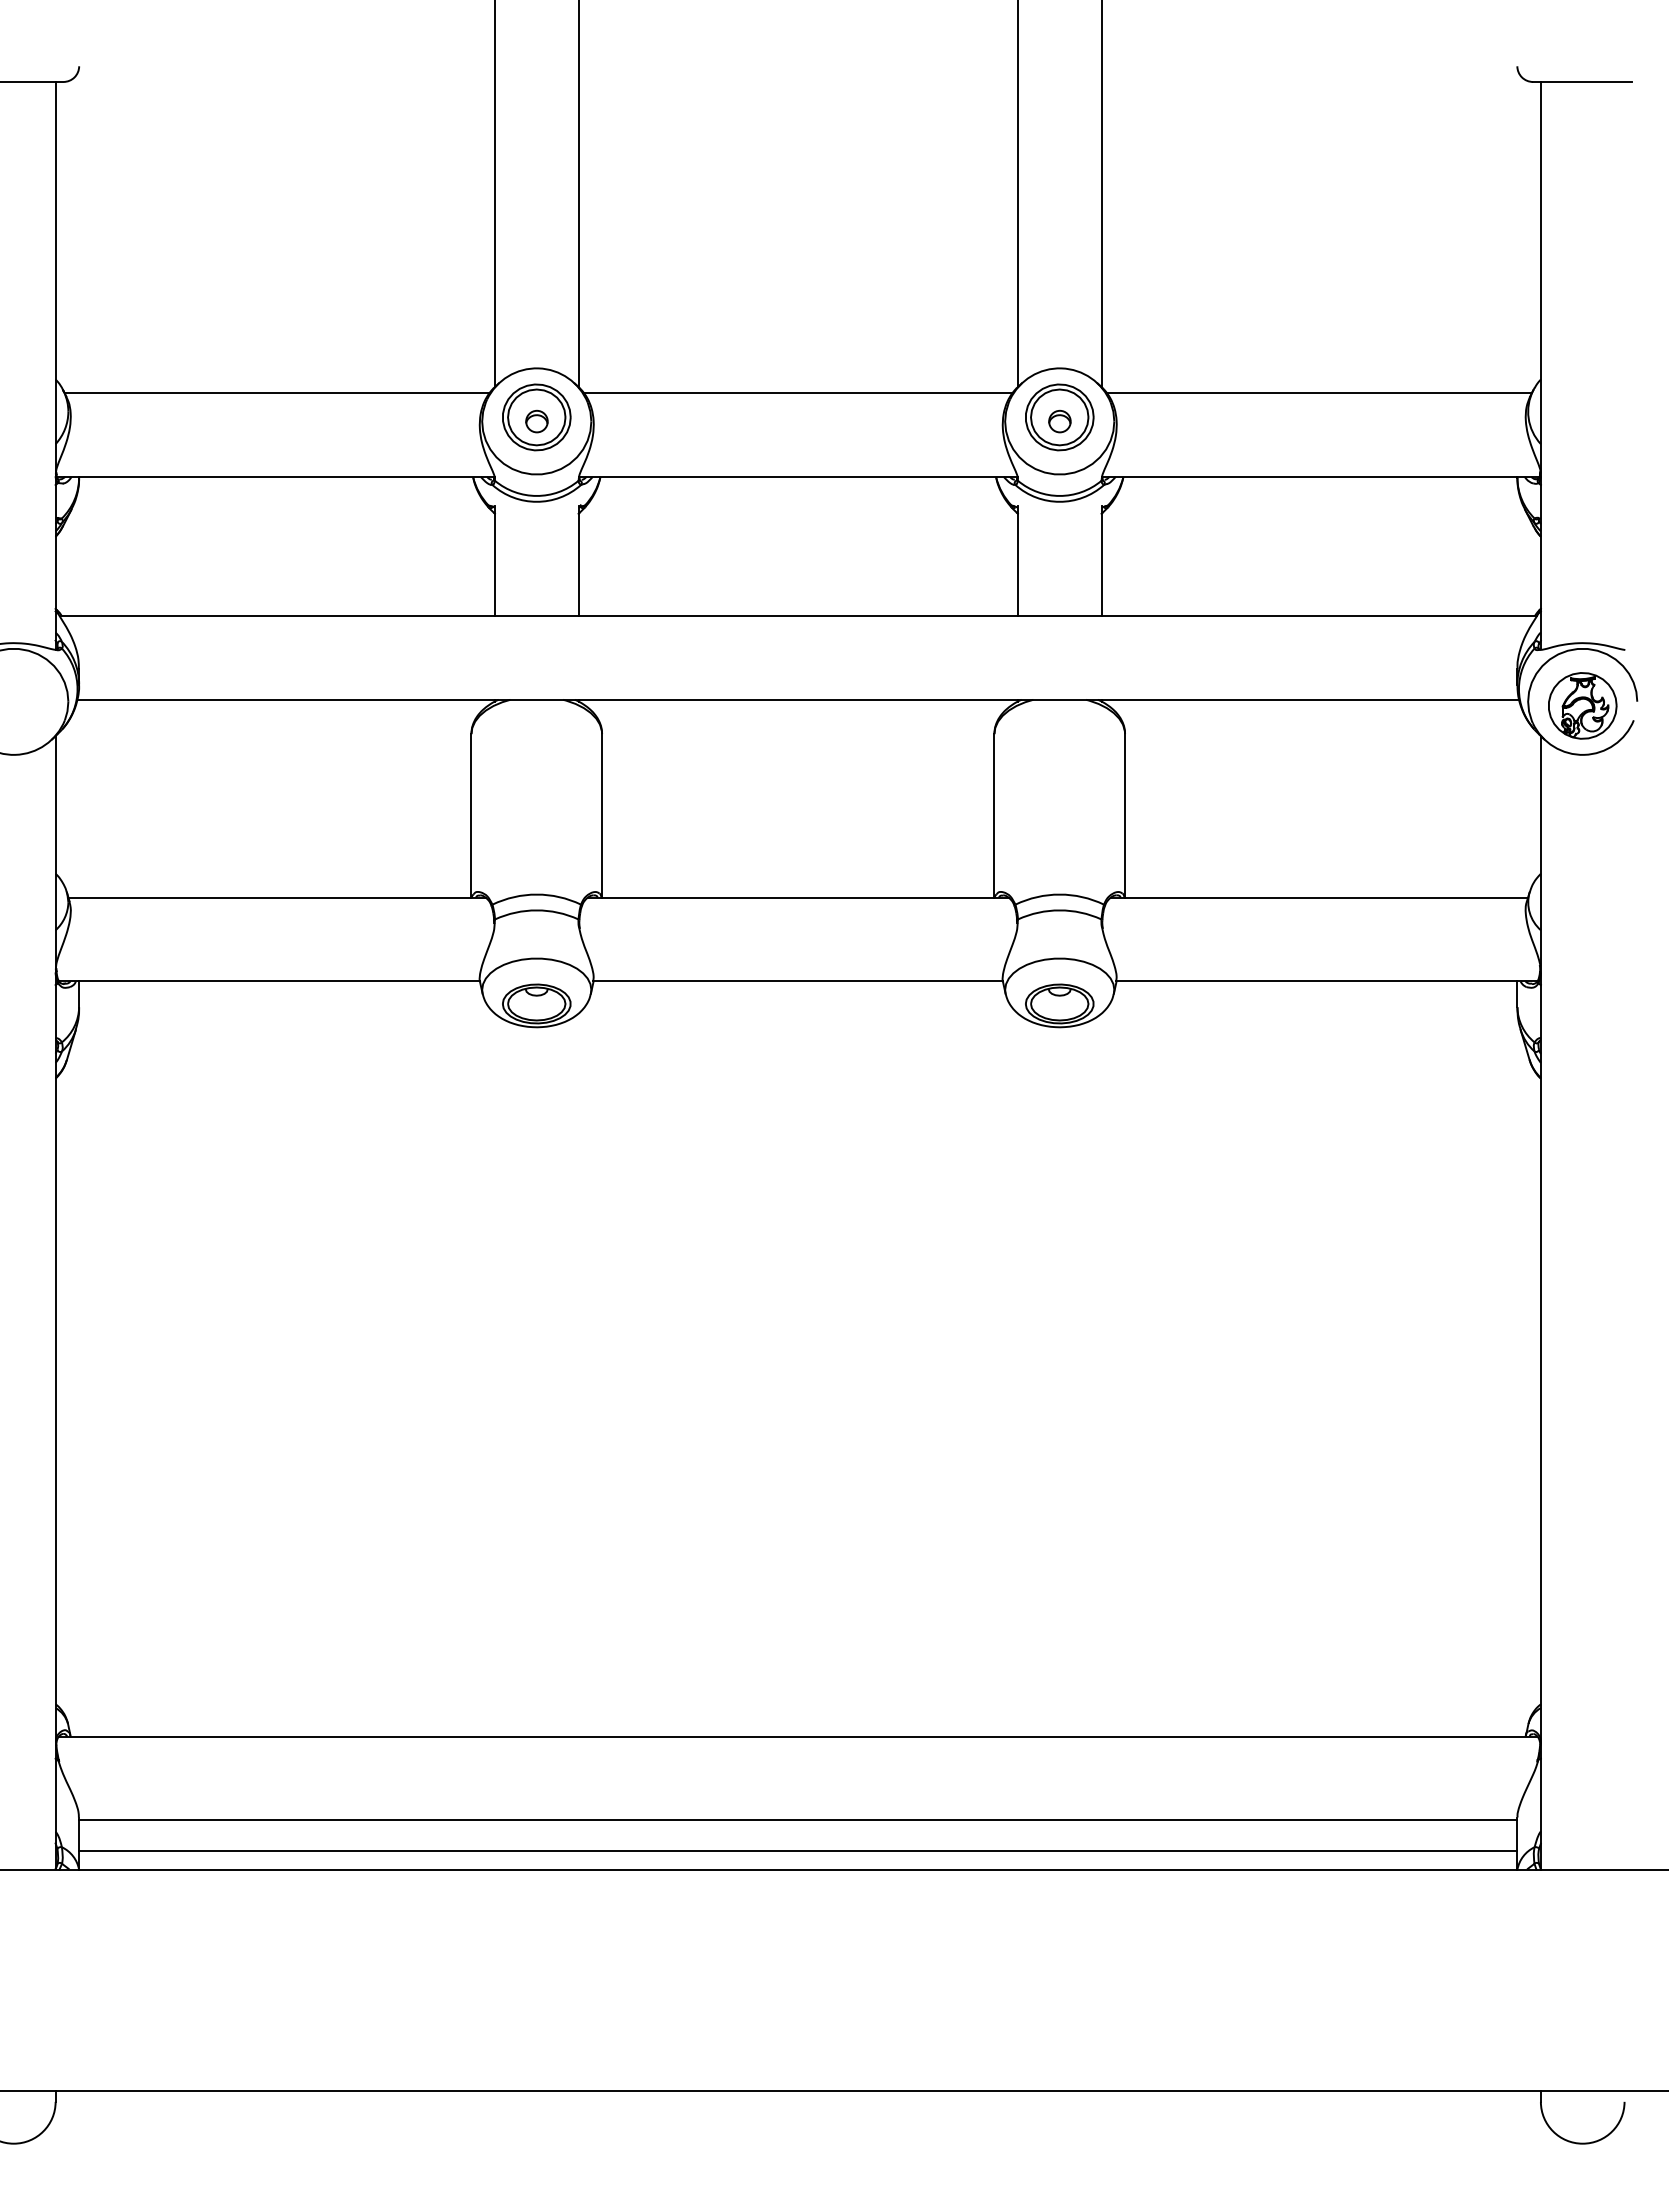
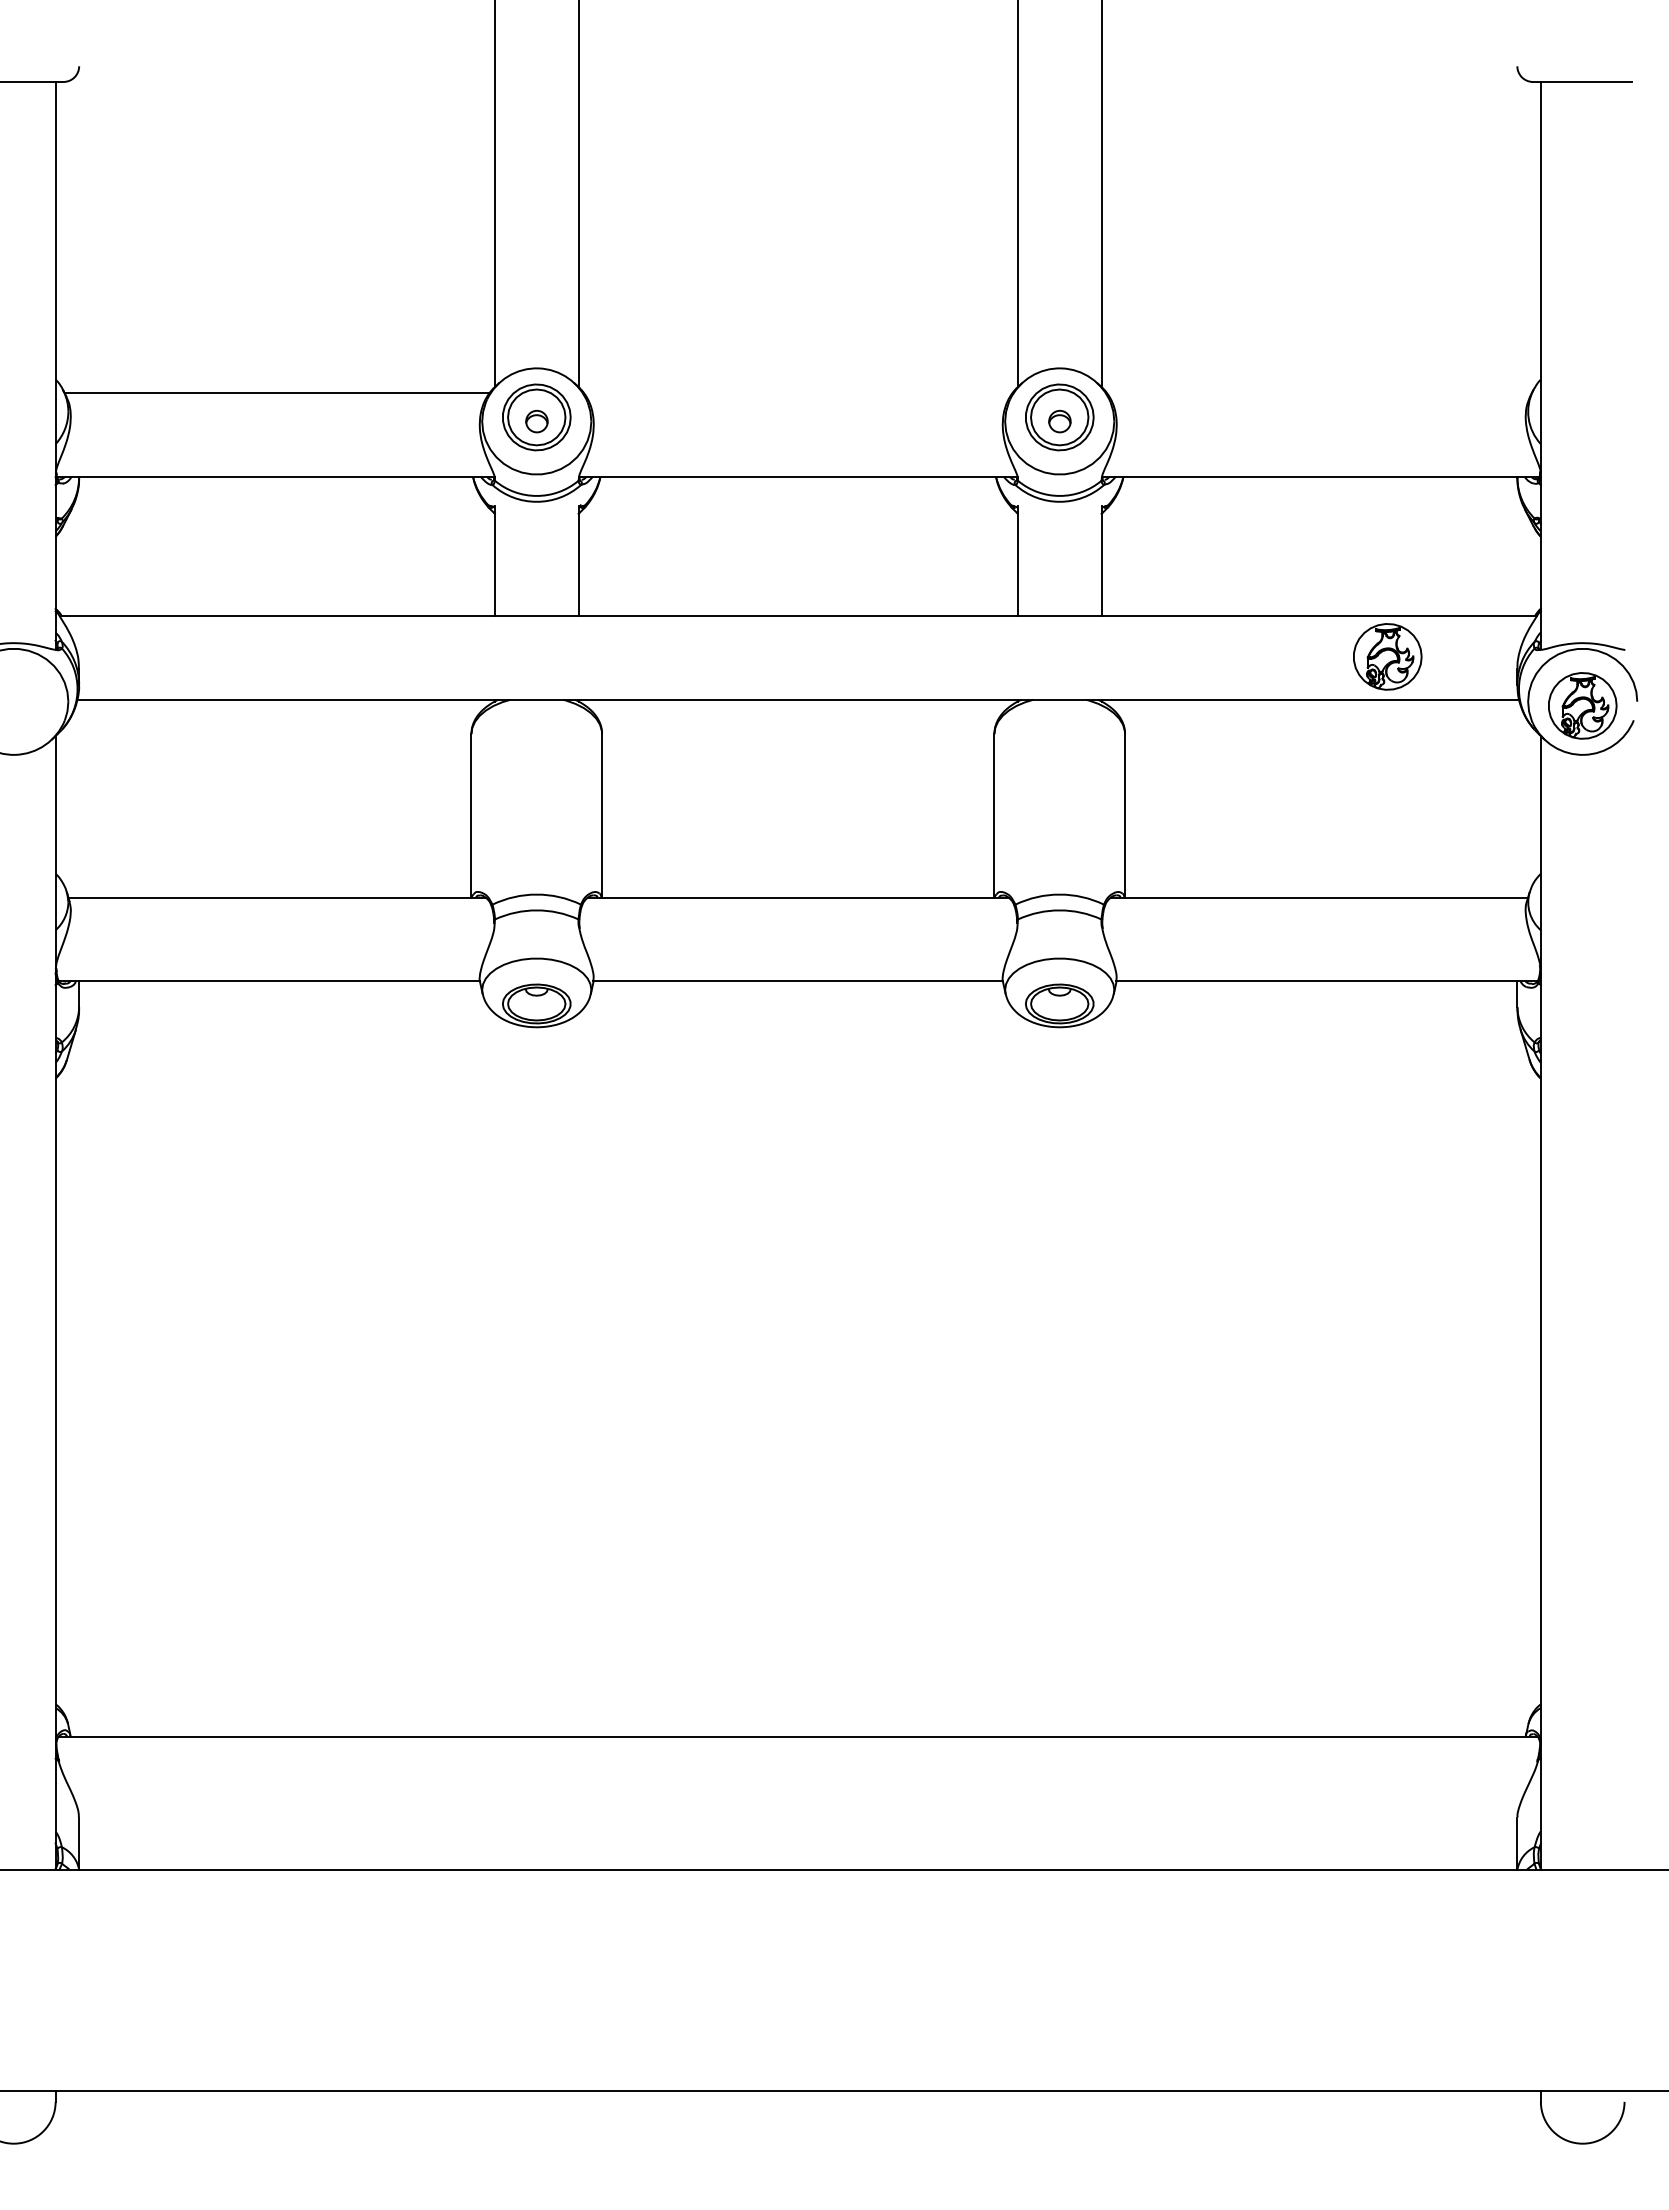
line at (797, 393): present -> none
line at (1318, 393): present -> none
part at (1387, 656): none -> present
line at (798, 1820): present -> none
line at (798, 1850): present -> none
